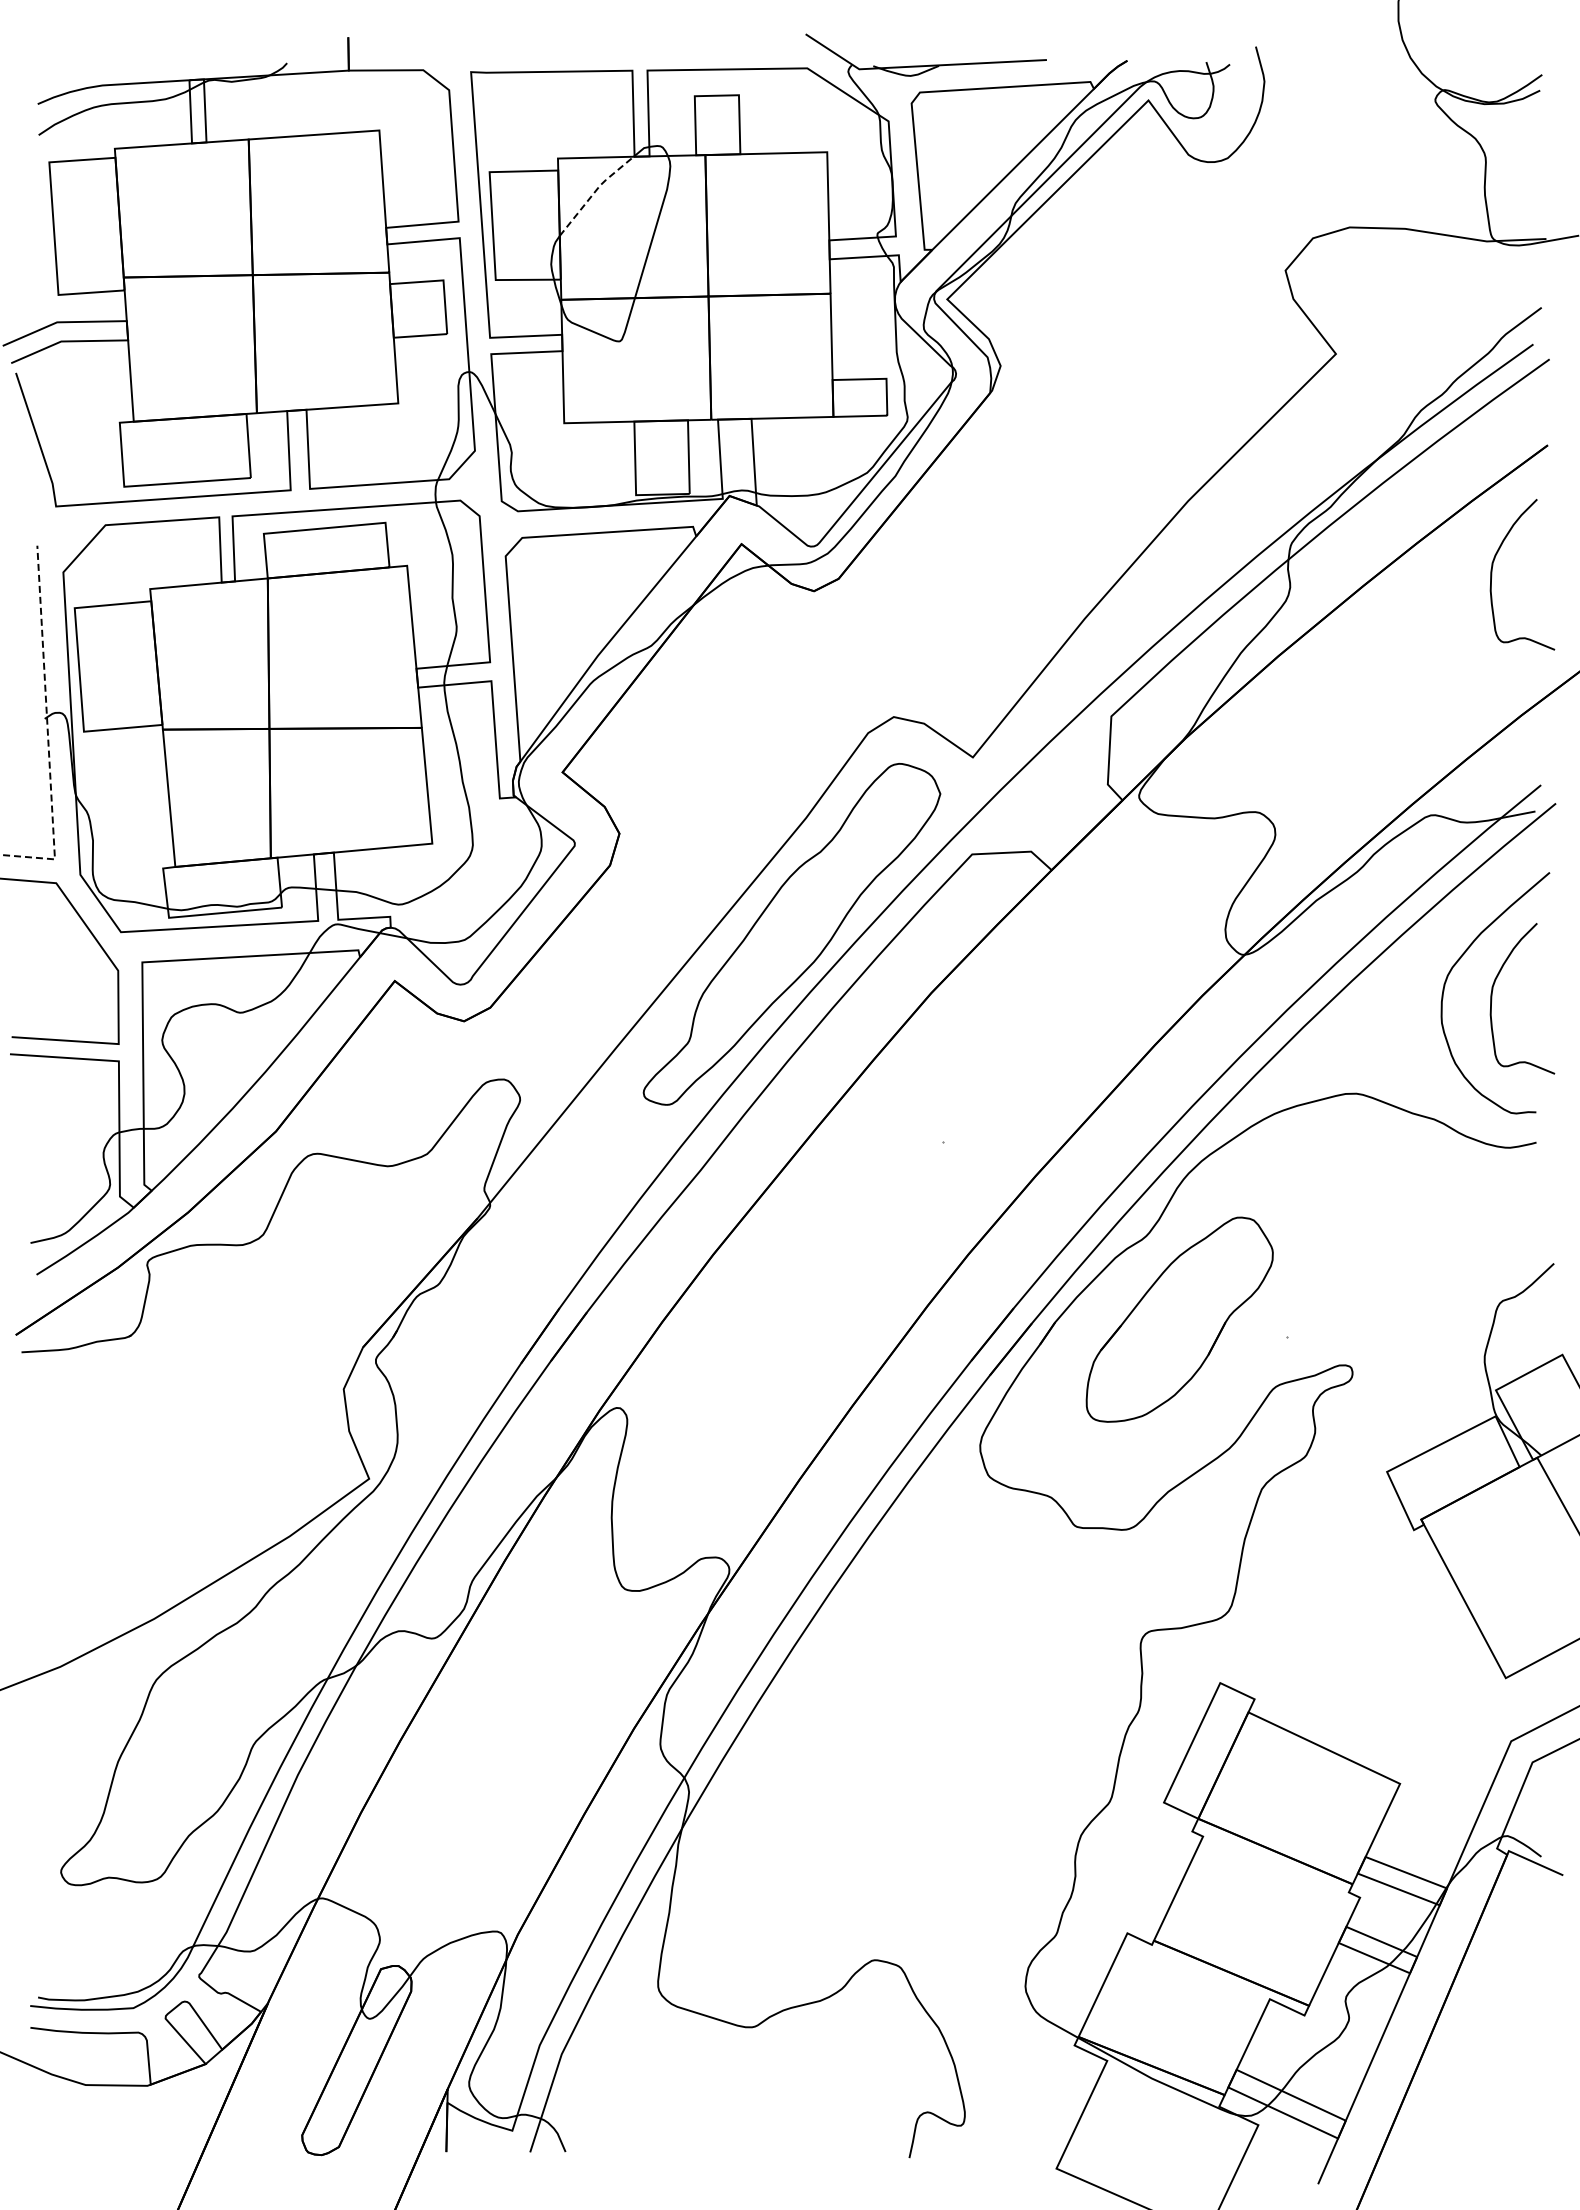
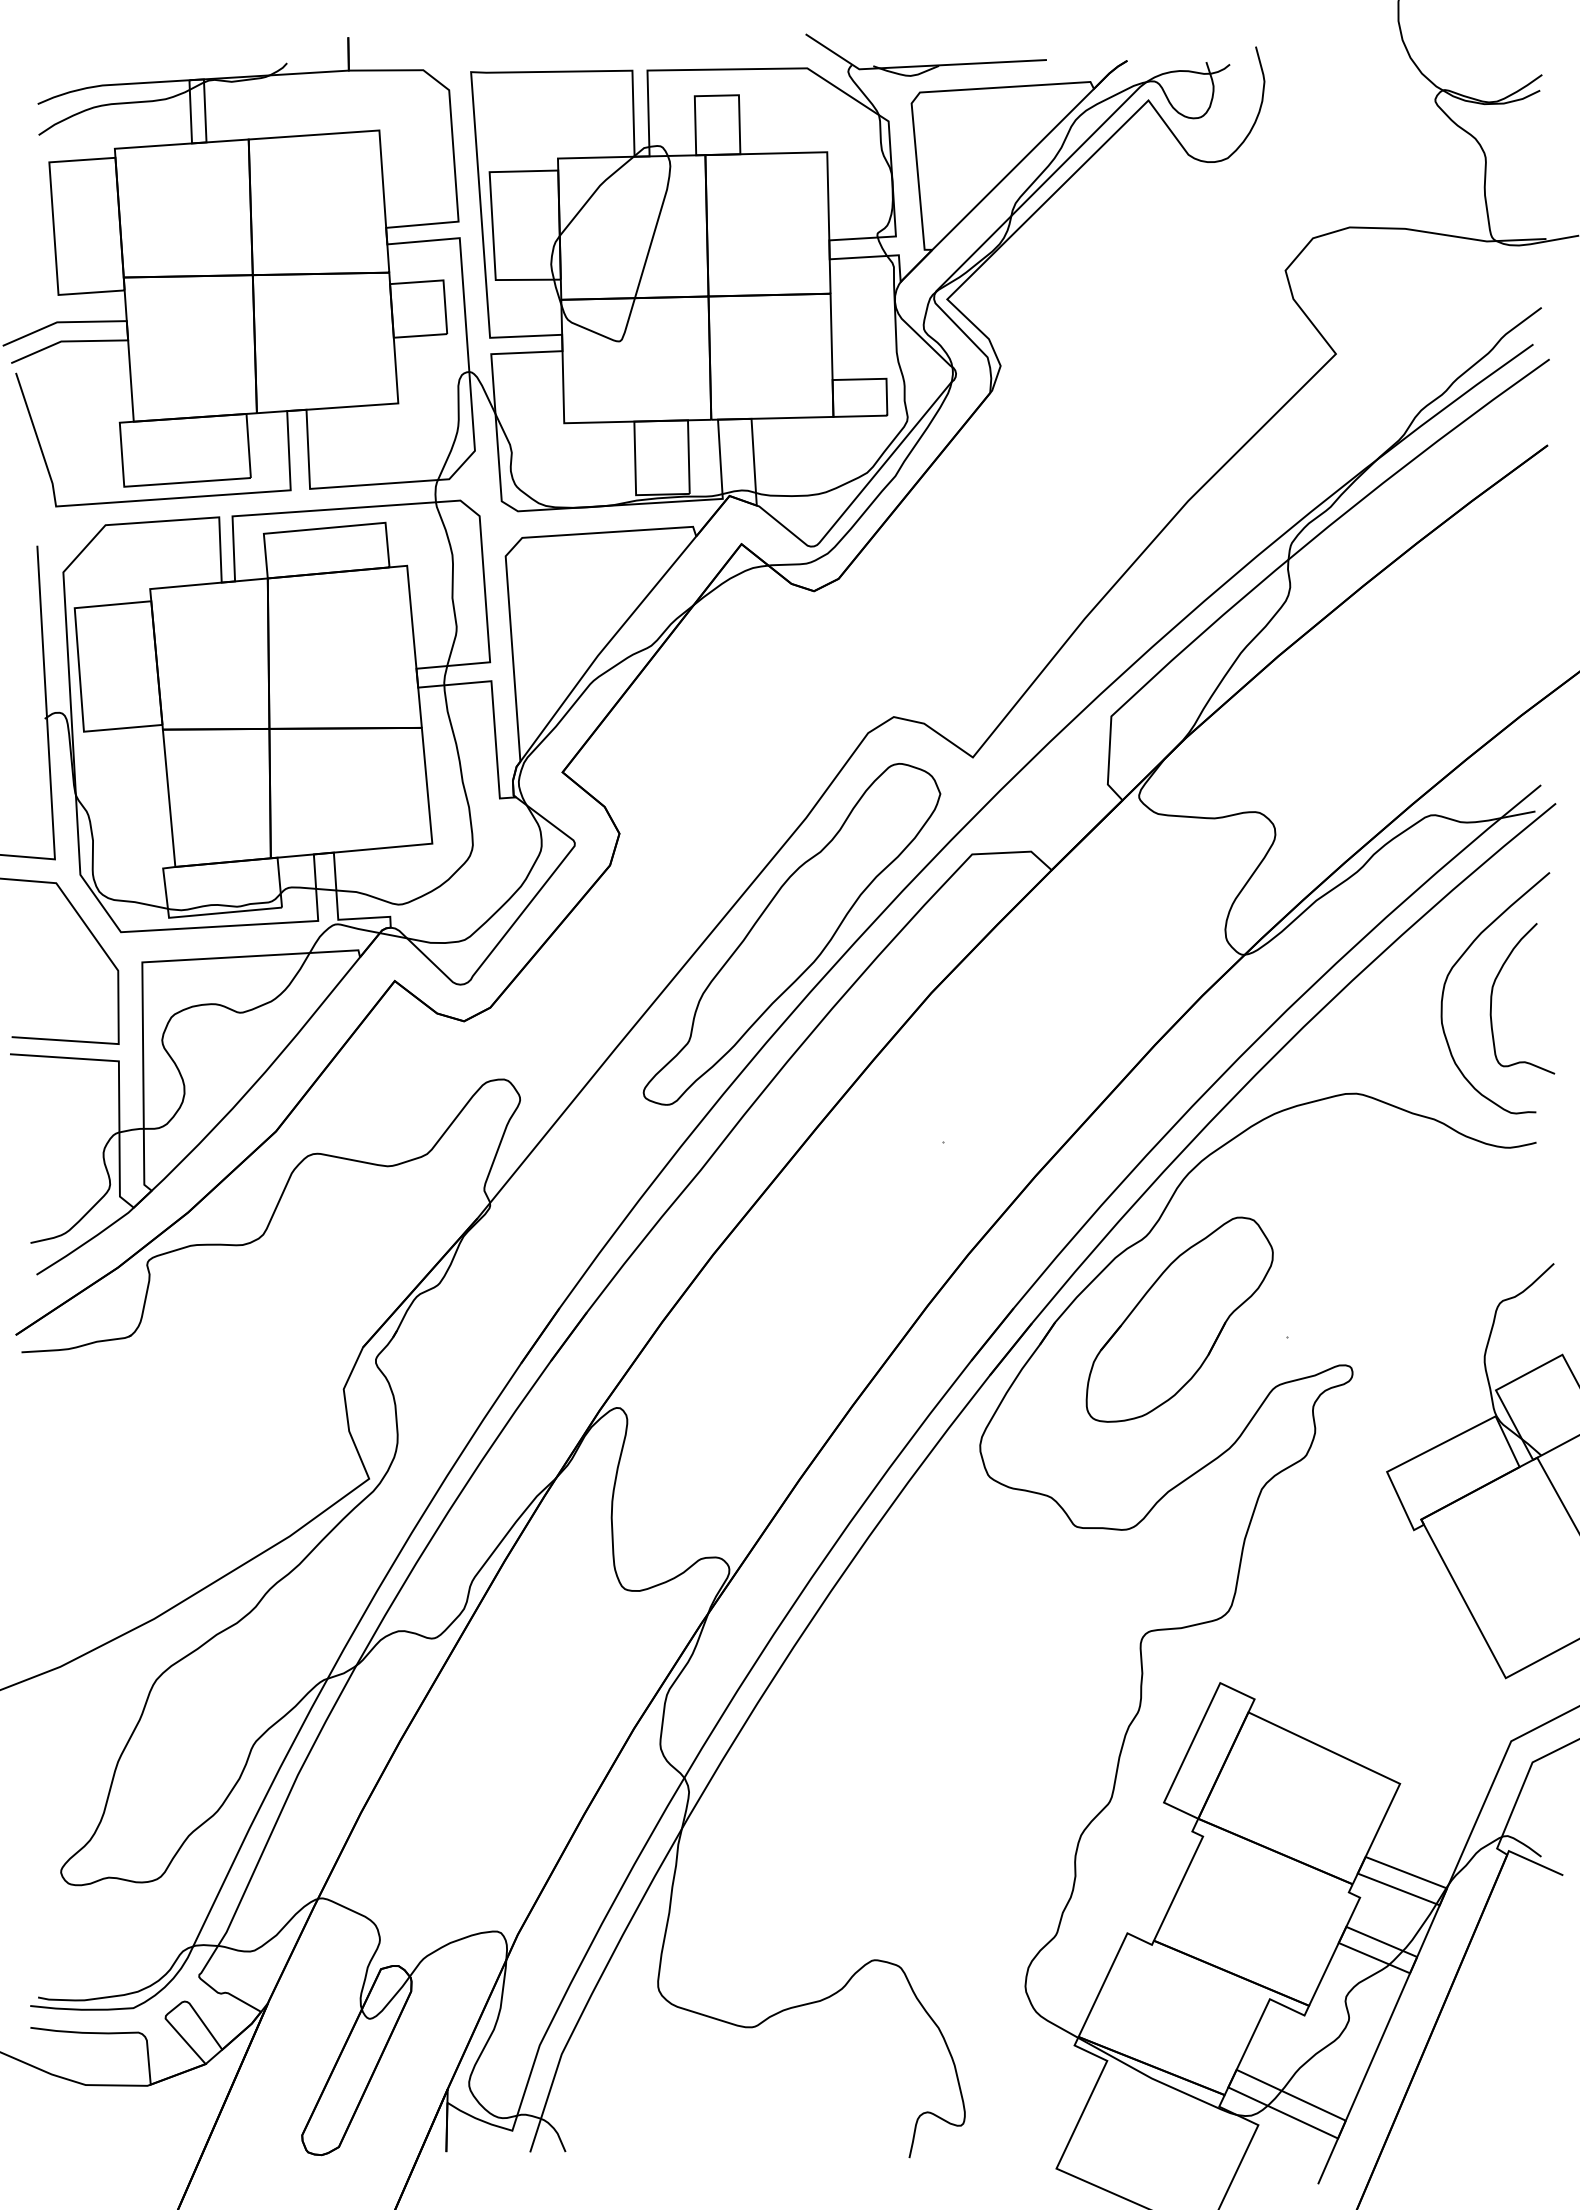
line at (595, 191): dashed -> solid
curve at (1492, 574): present -> none
line at (47, 729): dashed -> solid
